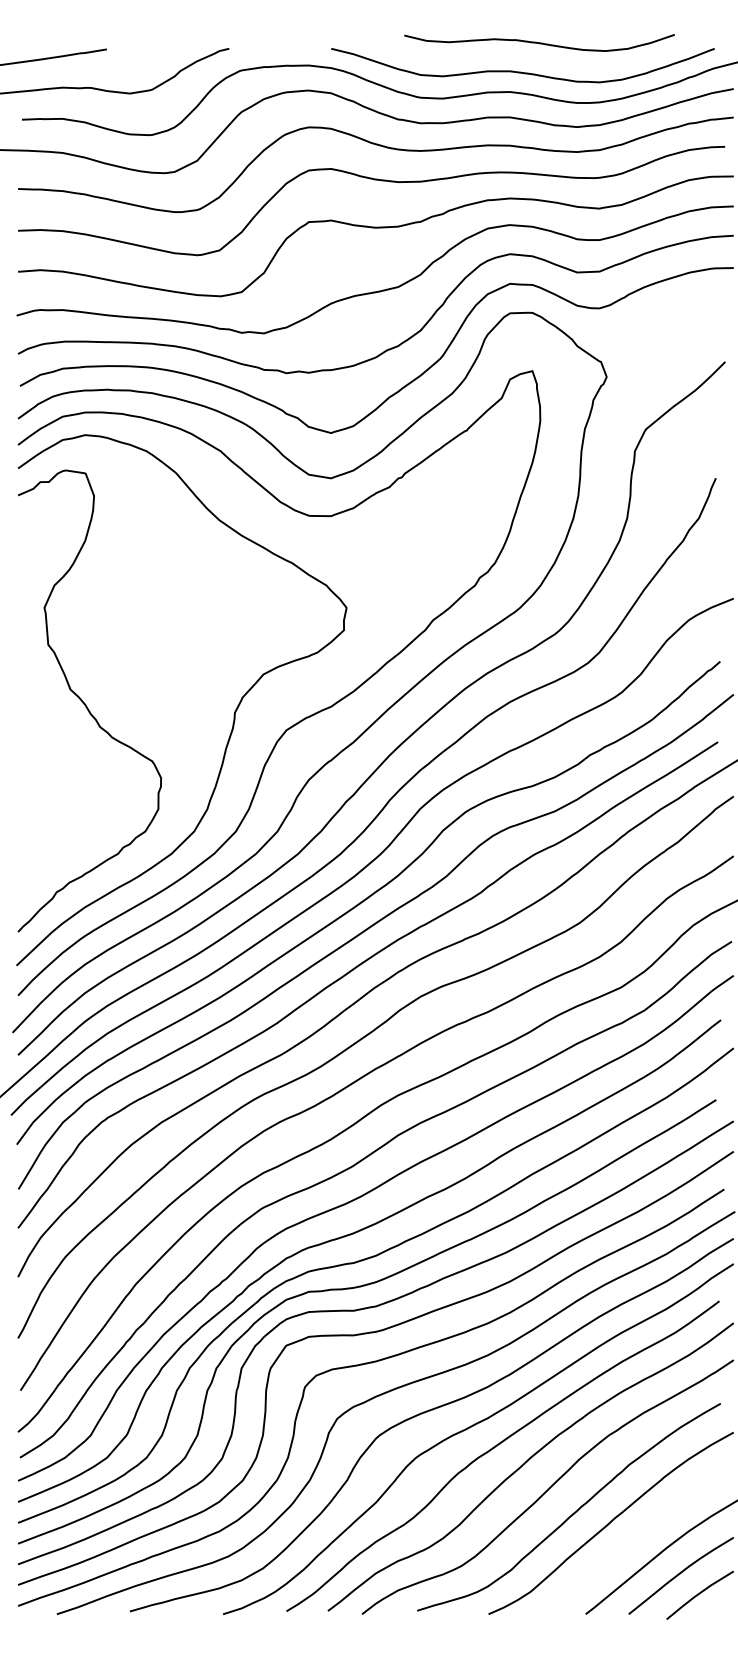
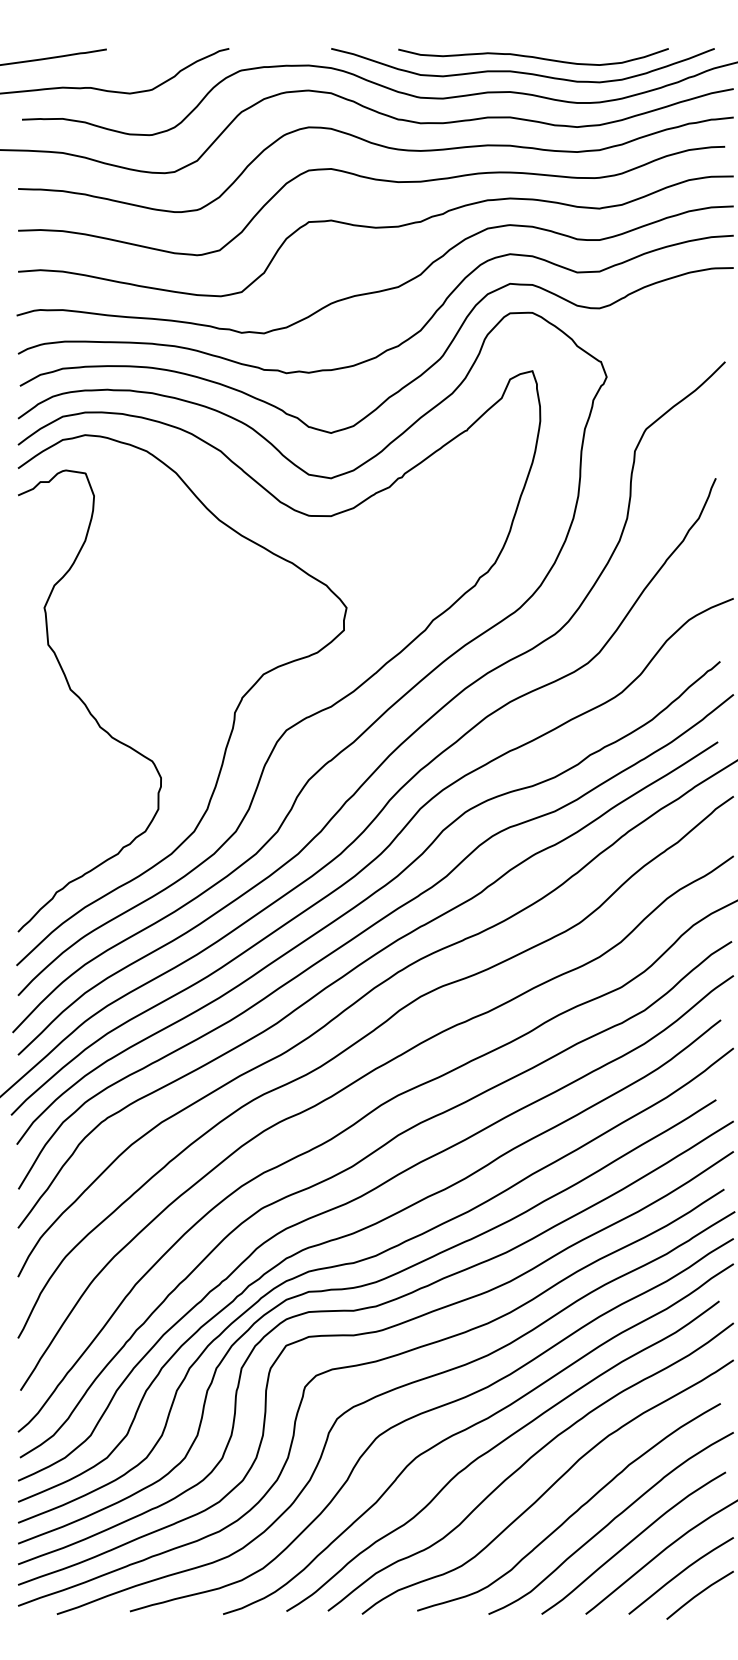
curve at (539, 42) position: (539, 42) -> (533, 56)
curve at (632, 1541): none -> present
